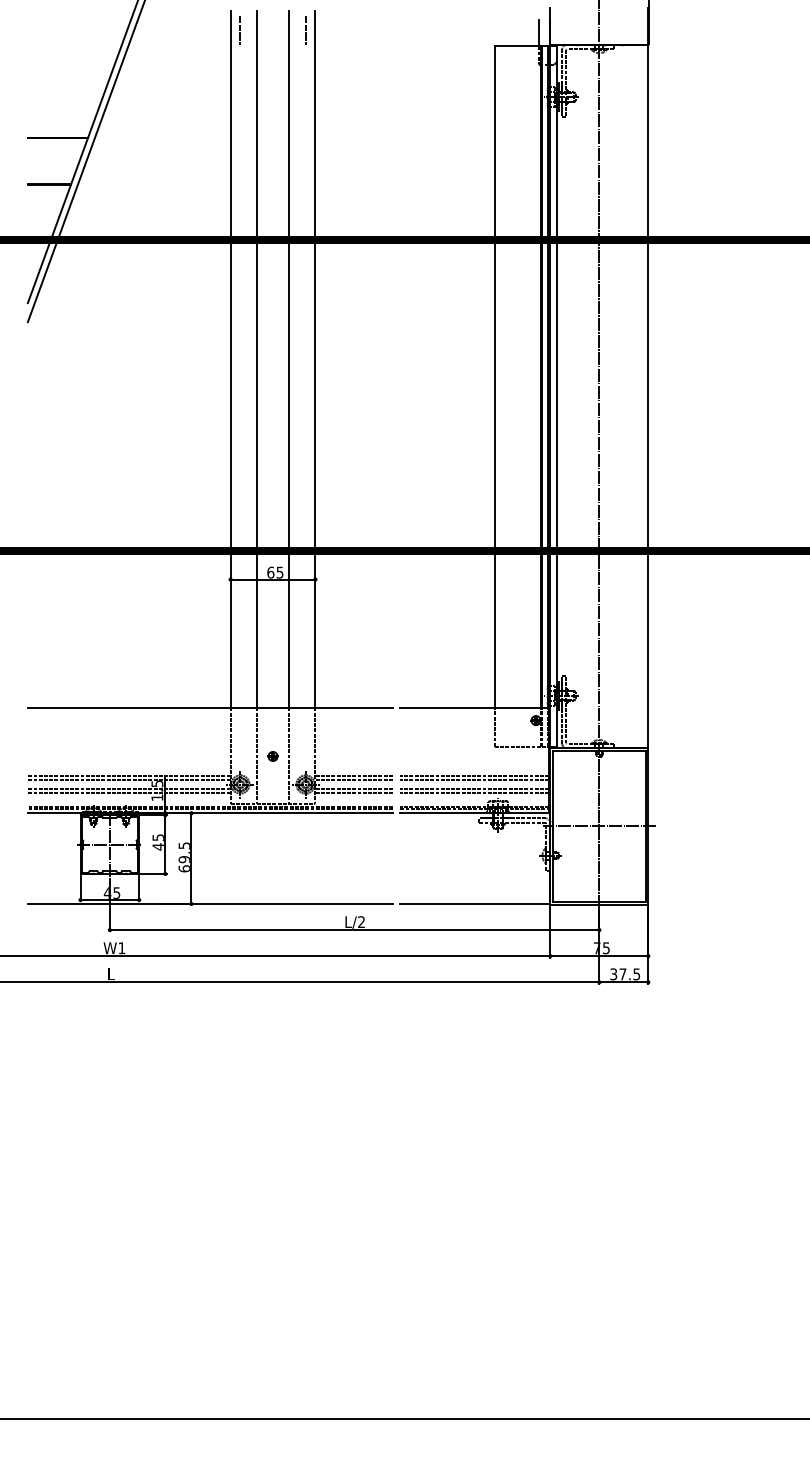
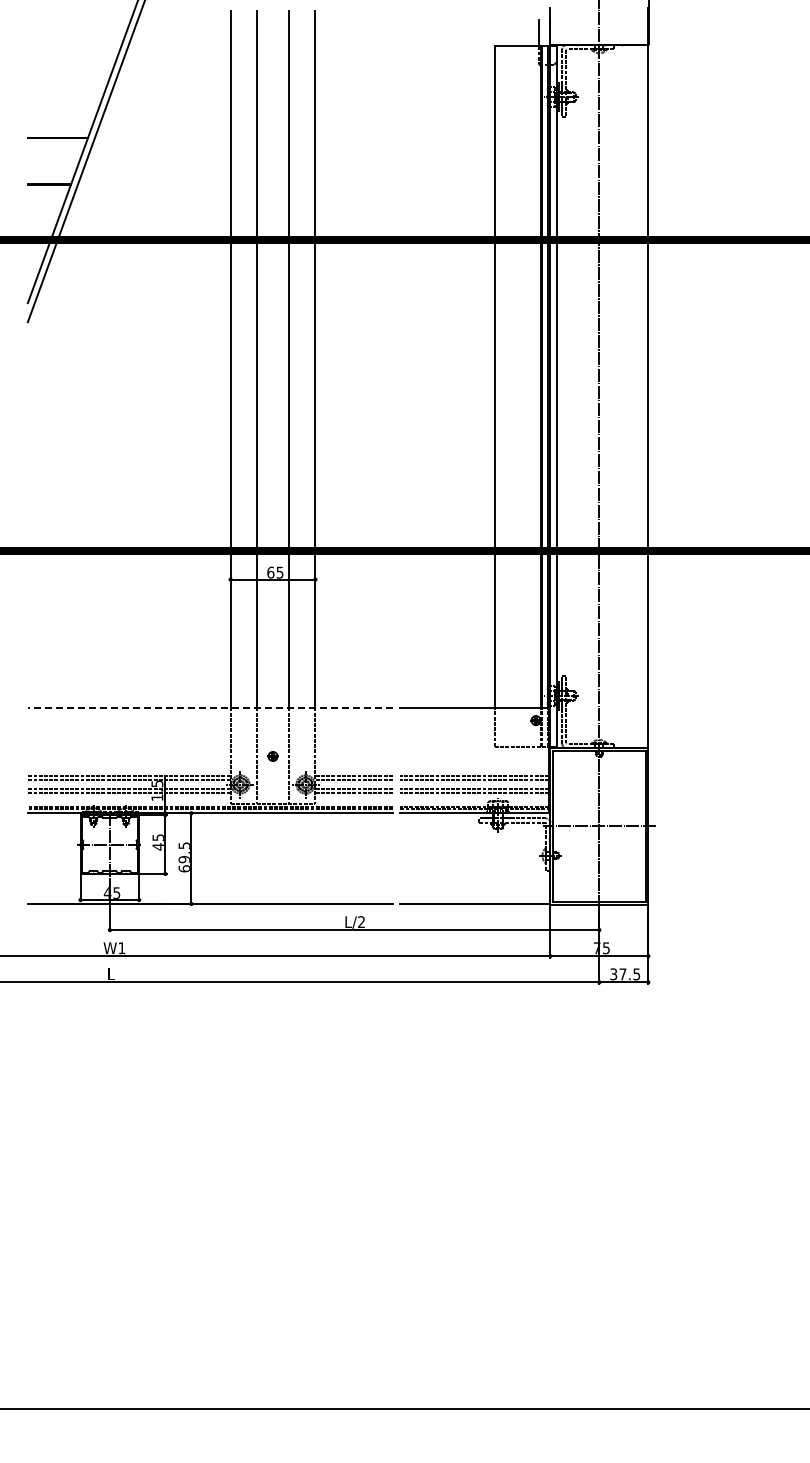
line at (240, 30): present -> none
line at (305, 30): present -> none
line at (209, 707): solid -> dashed
line at (404, 1419) position: (404, 1419) -> (404, 1409)
